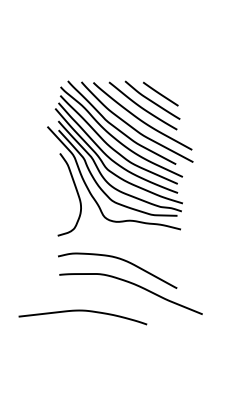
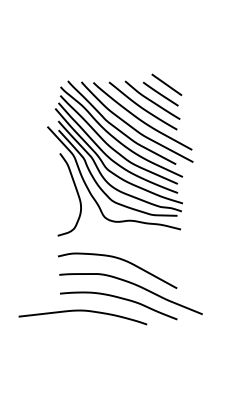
line at (166, 84): none -> present
curve at (121, 299): none -> present
